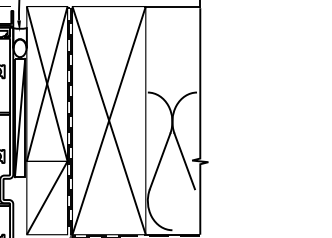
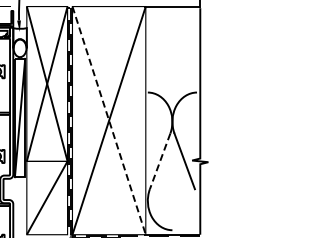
line at (109, 120): solid -> dashed
line at (160, 161): solid -> dashed
